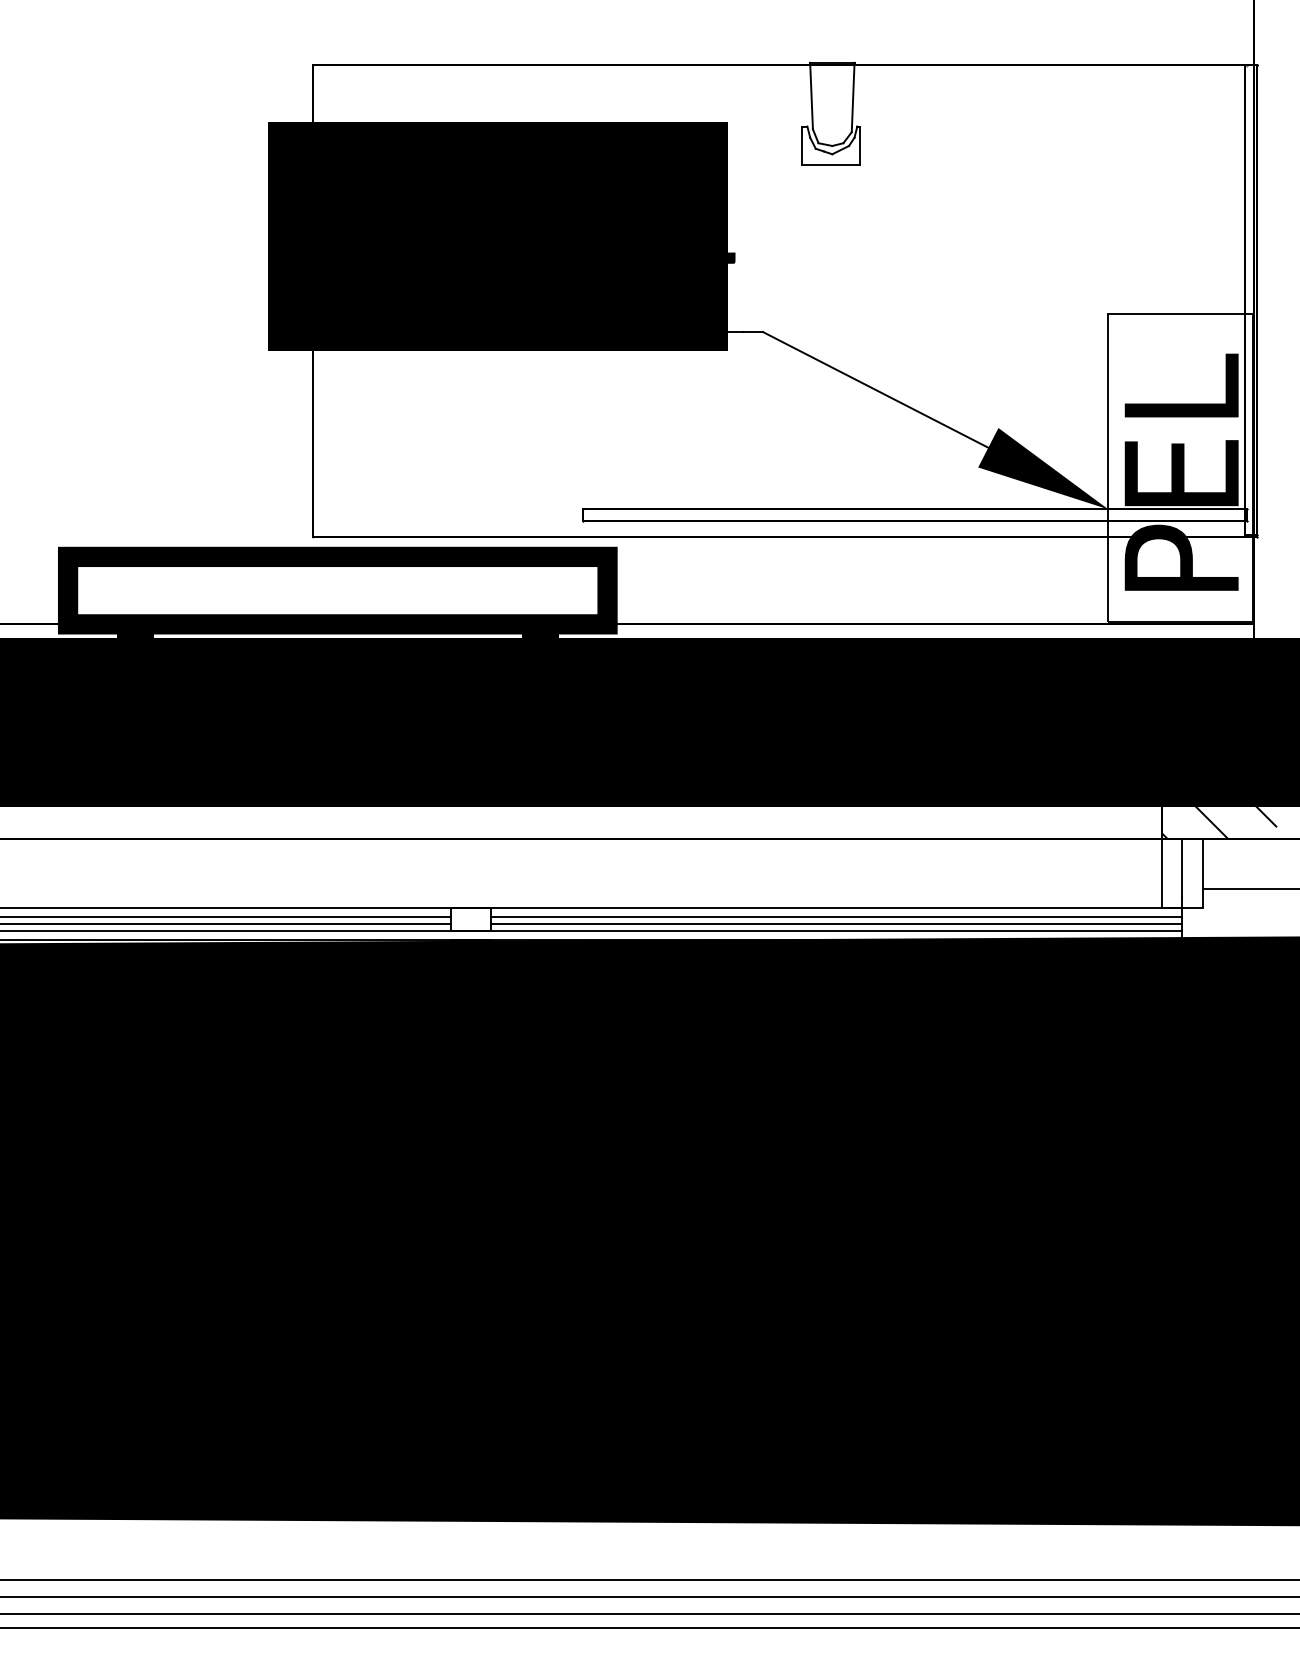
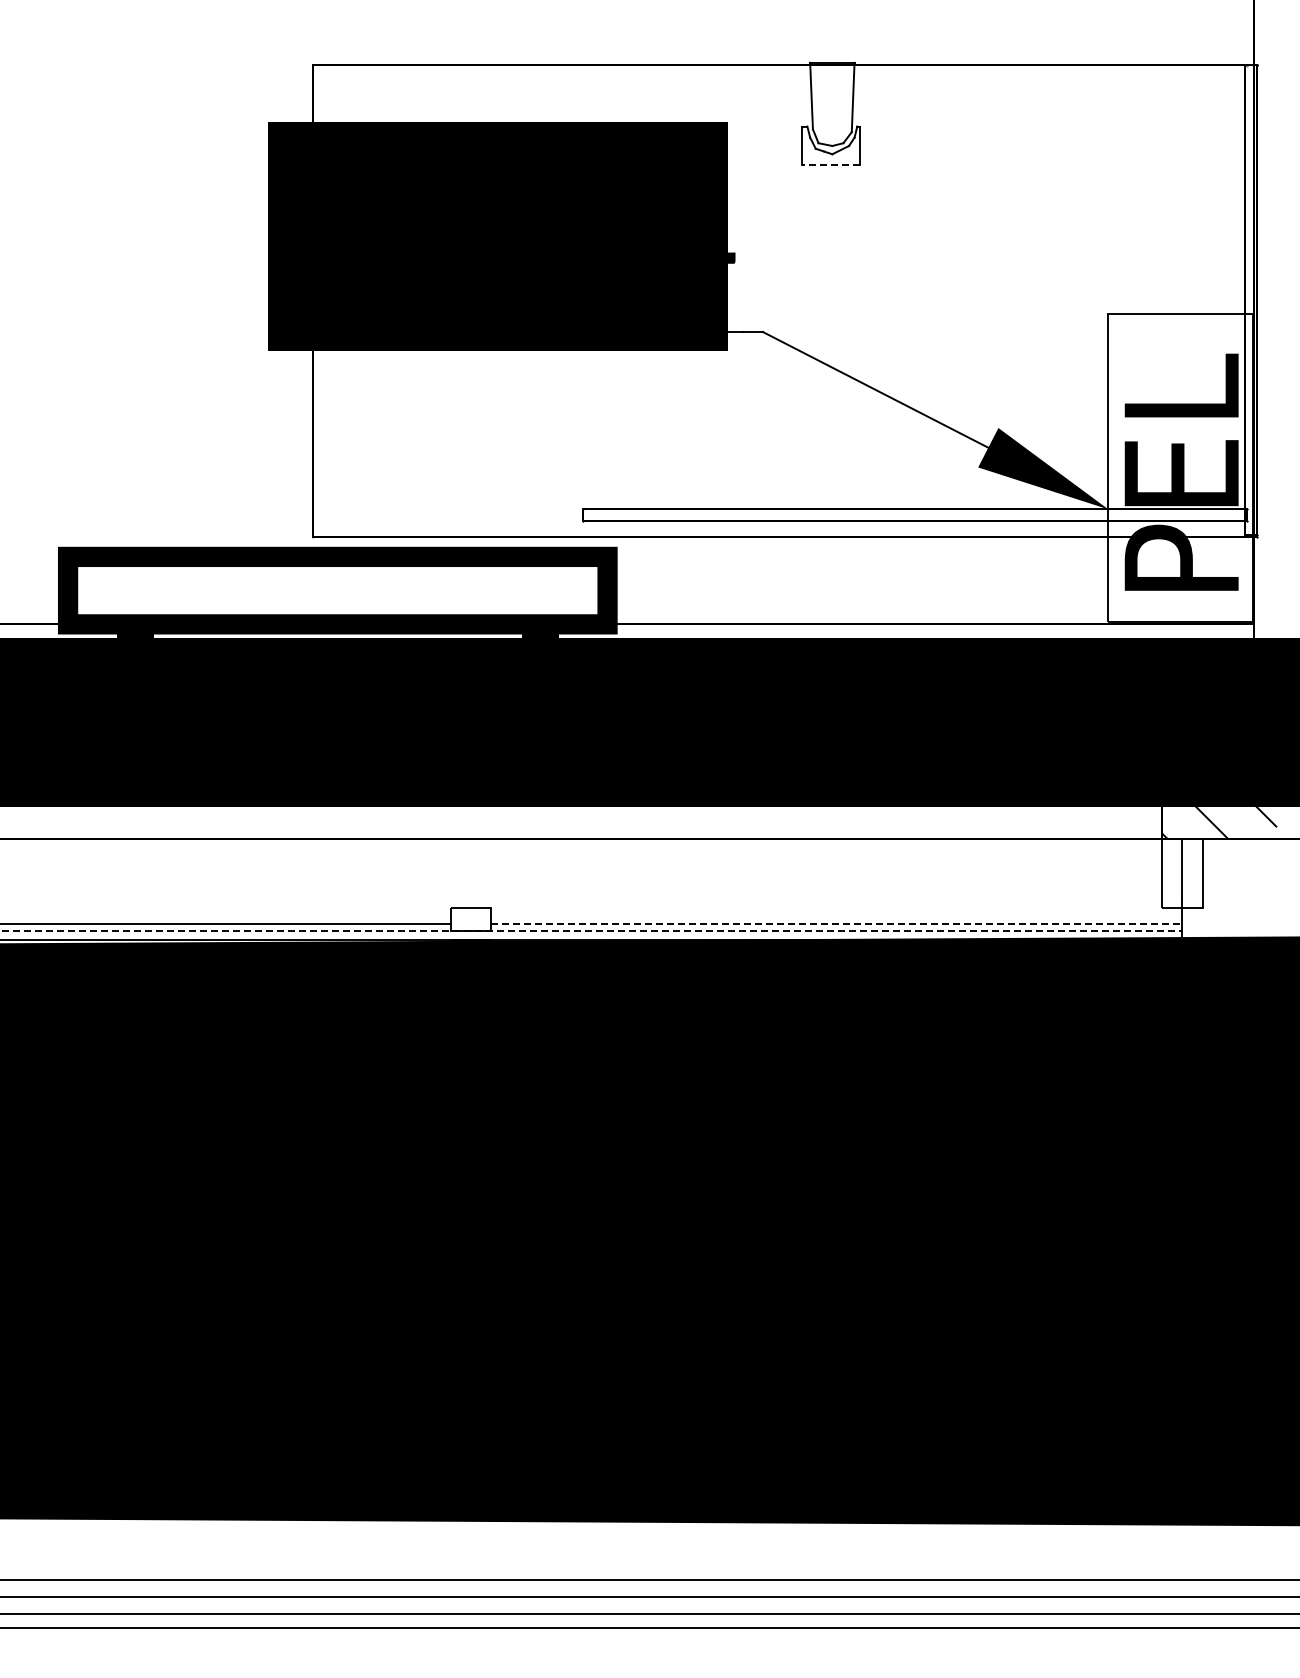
line at (830, 165): solid -> dashed
line at (1249, 889): present -> none
line at (592, 908): present -> none
line at (226, 917): present -> none
line at (836, 917): present -> none
line at (836, 924): solid -> dashed
line at (591, 930): solid -> dashed
